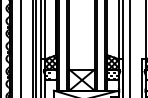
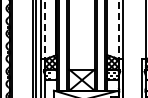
line at (45, 30): solid -> dashed
line at (118, 30): solid -> dashed
line at (20, 48): present -> none
line at (130, 48): present -> none
